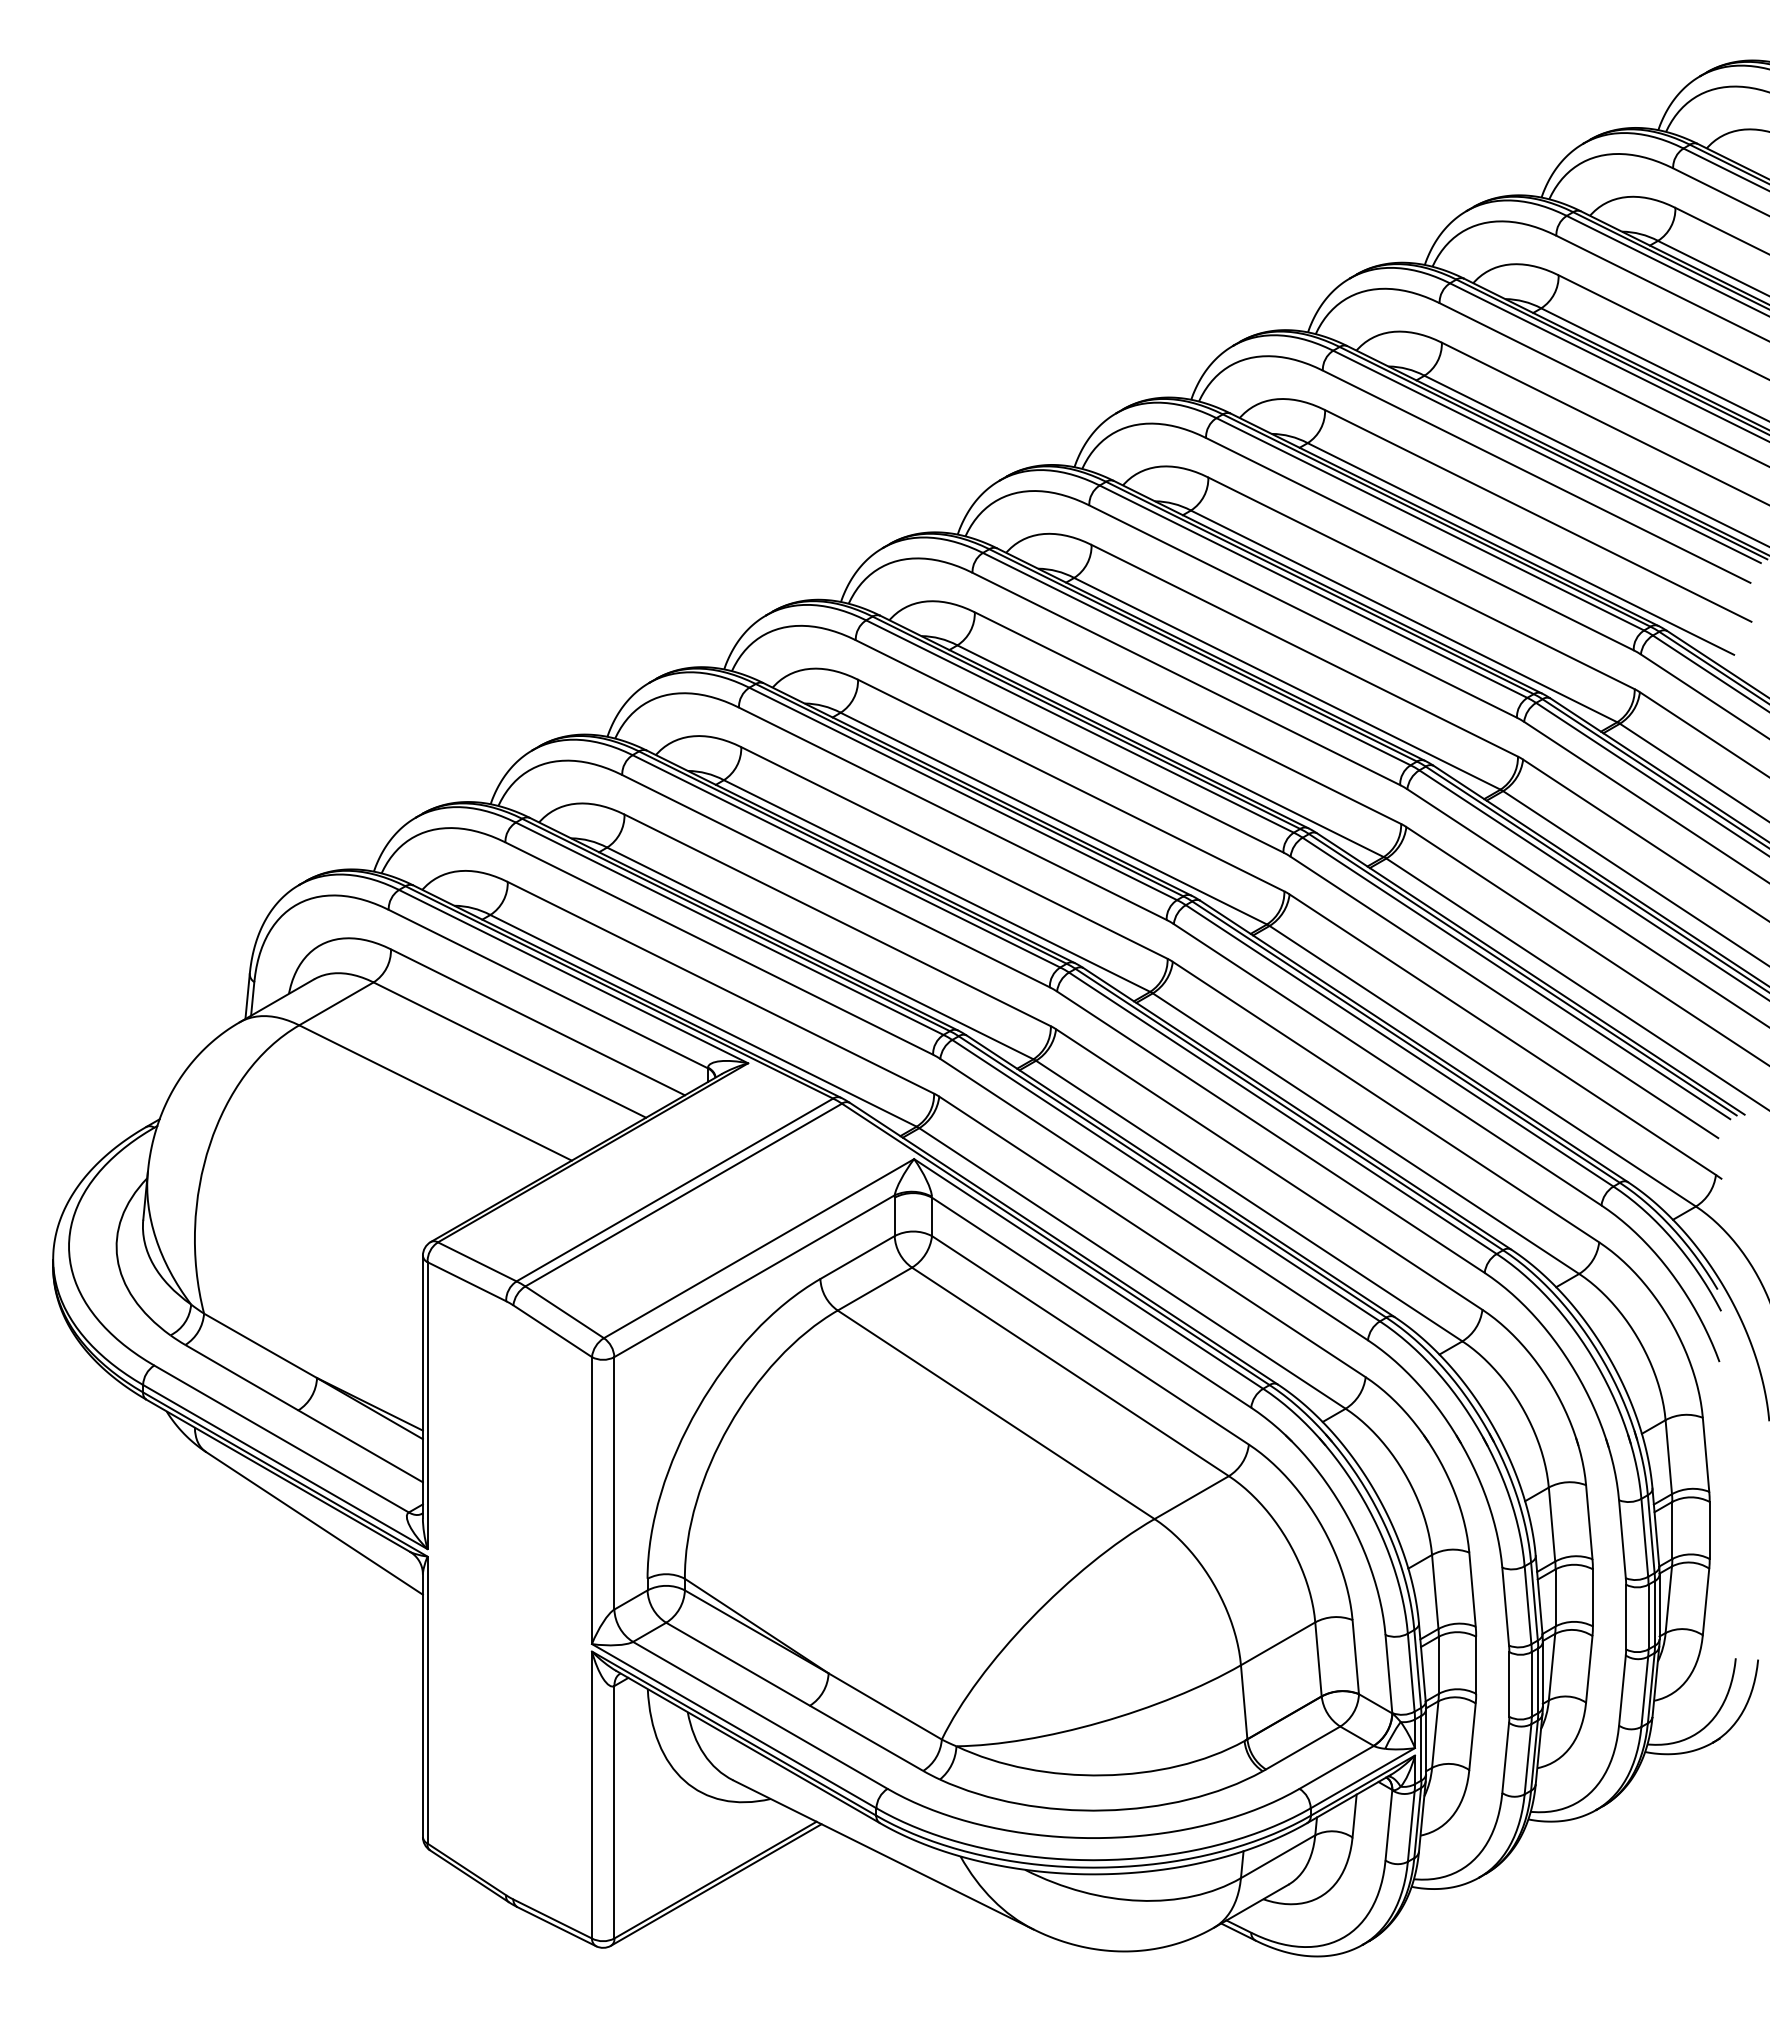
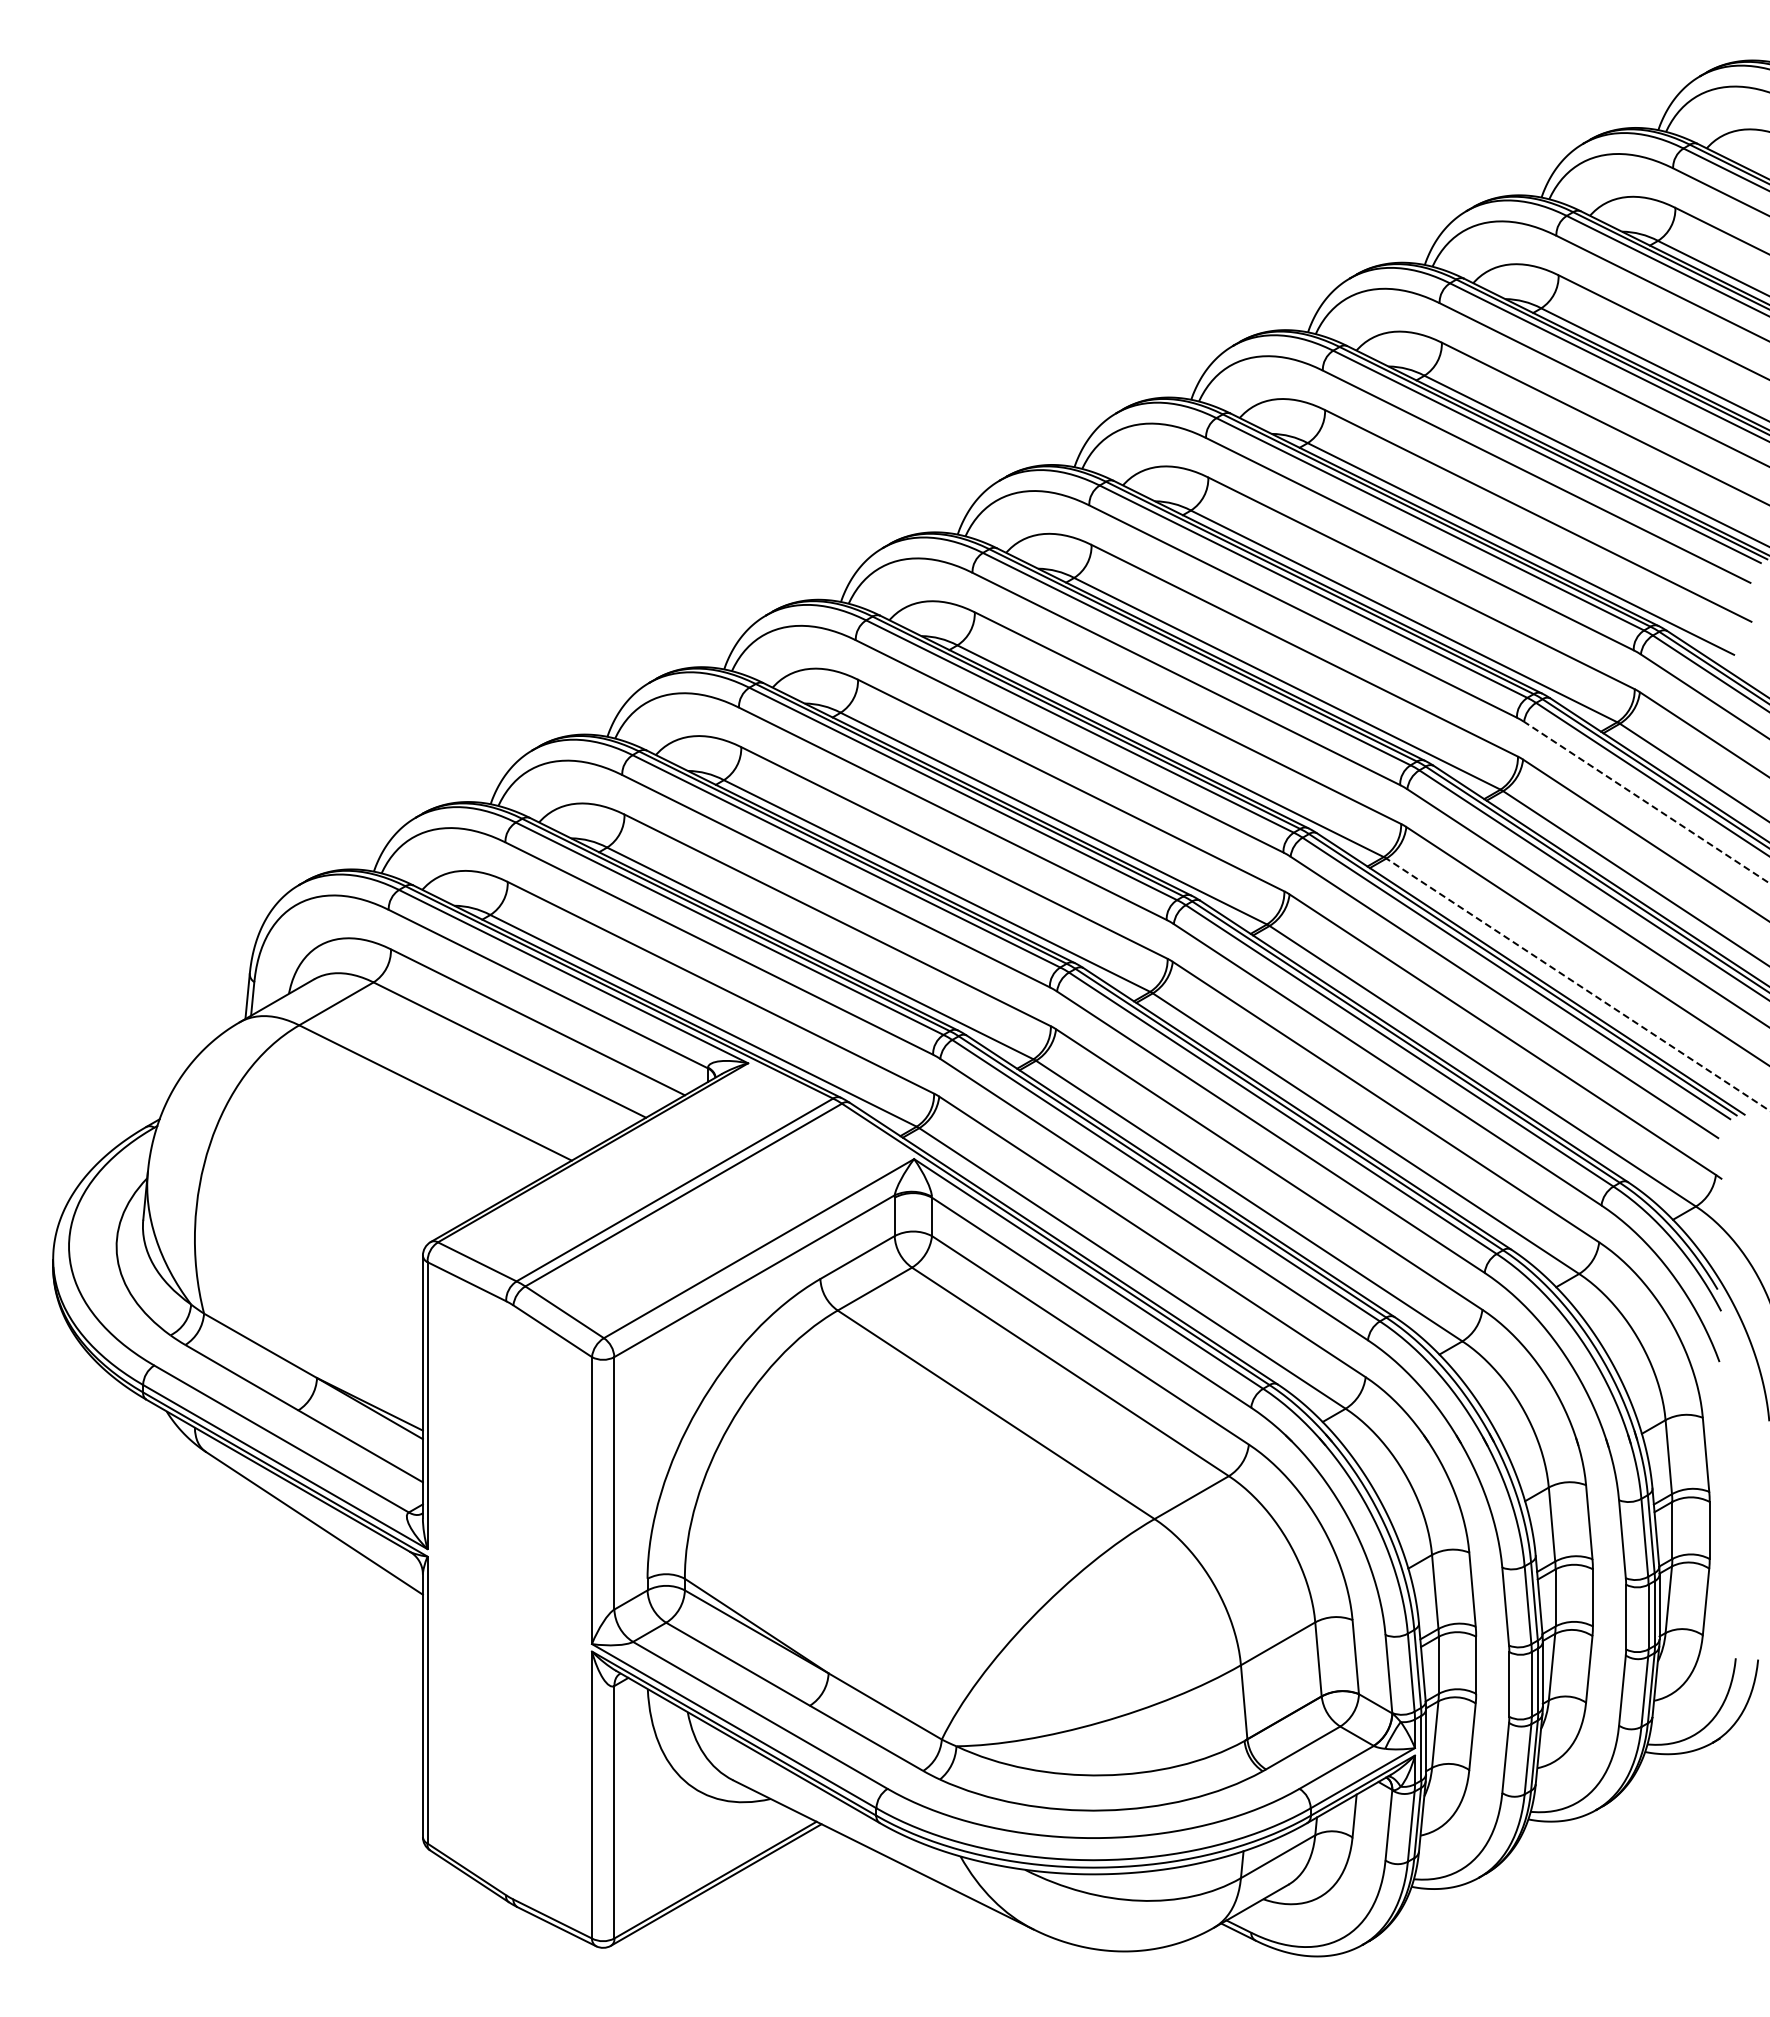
line at (1646, 802): solid -> dashed
line at (1577, 984): solid -> dashed
